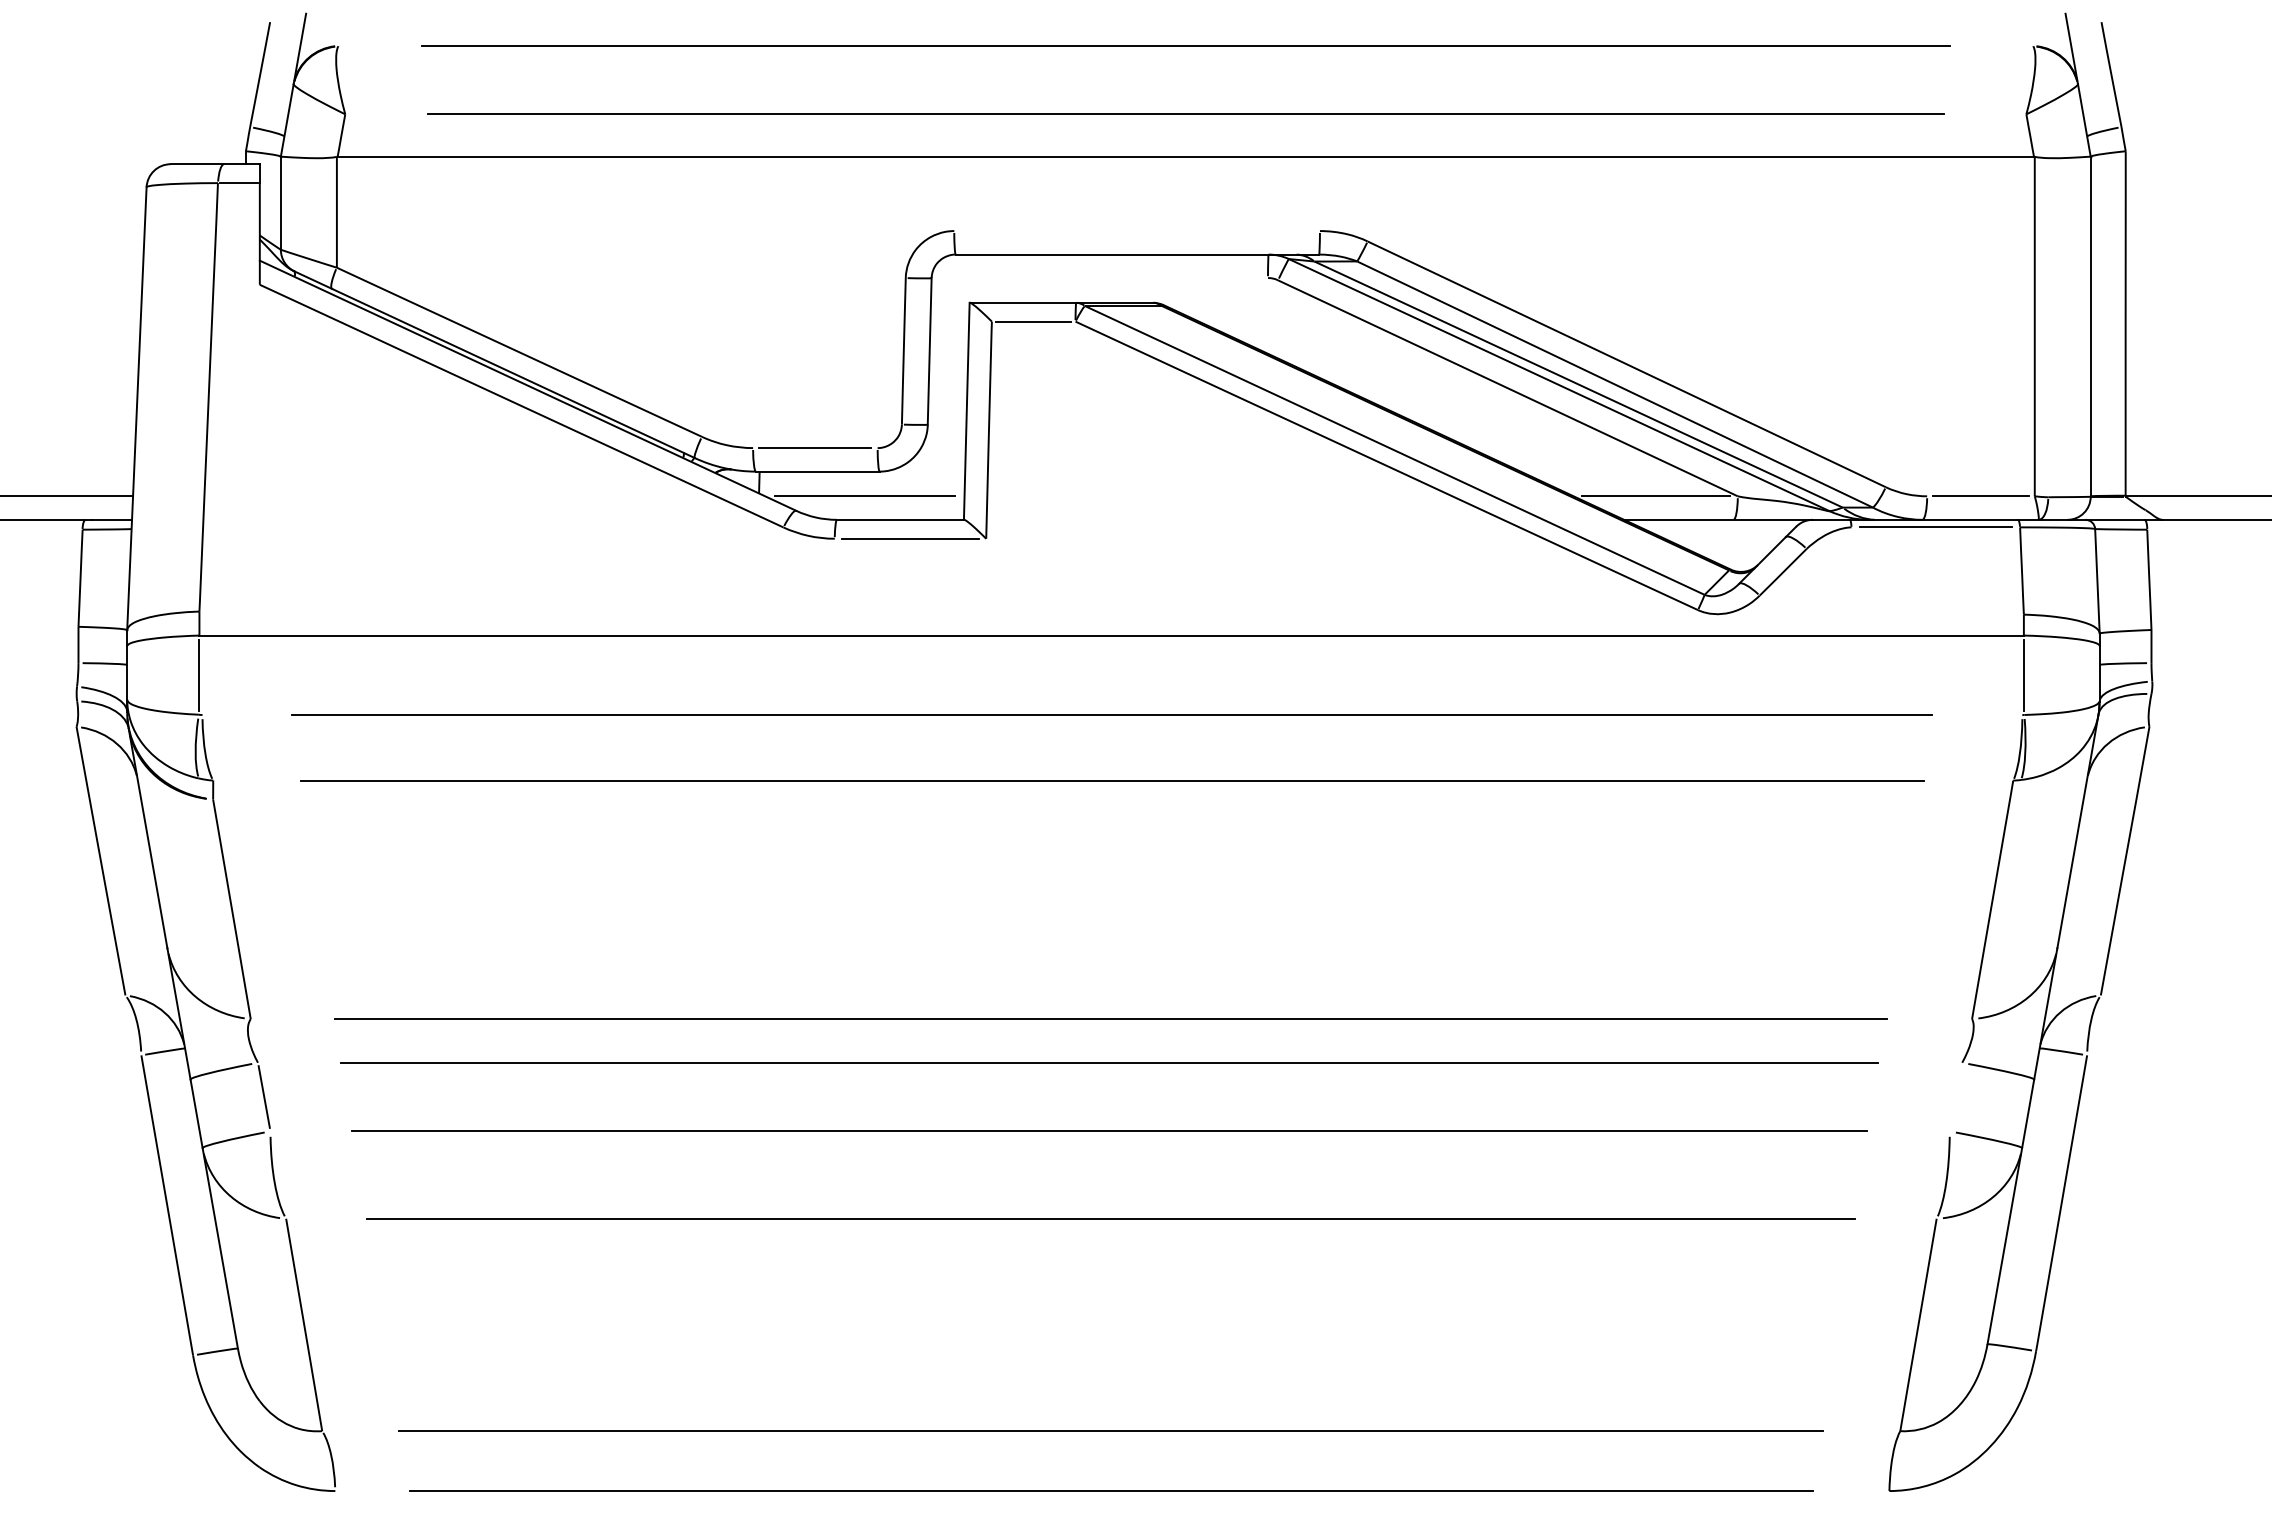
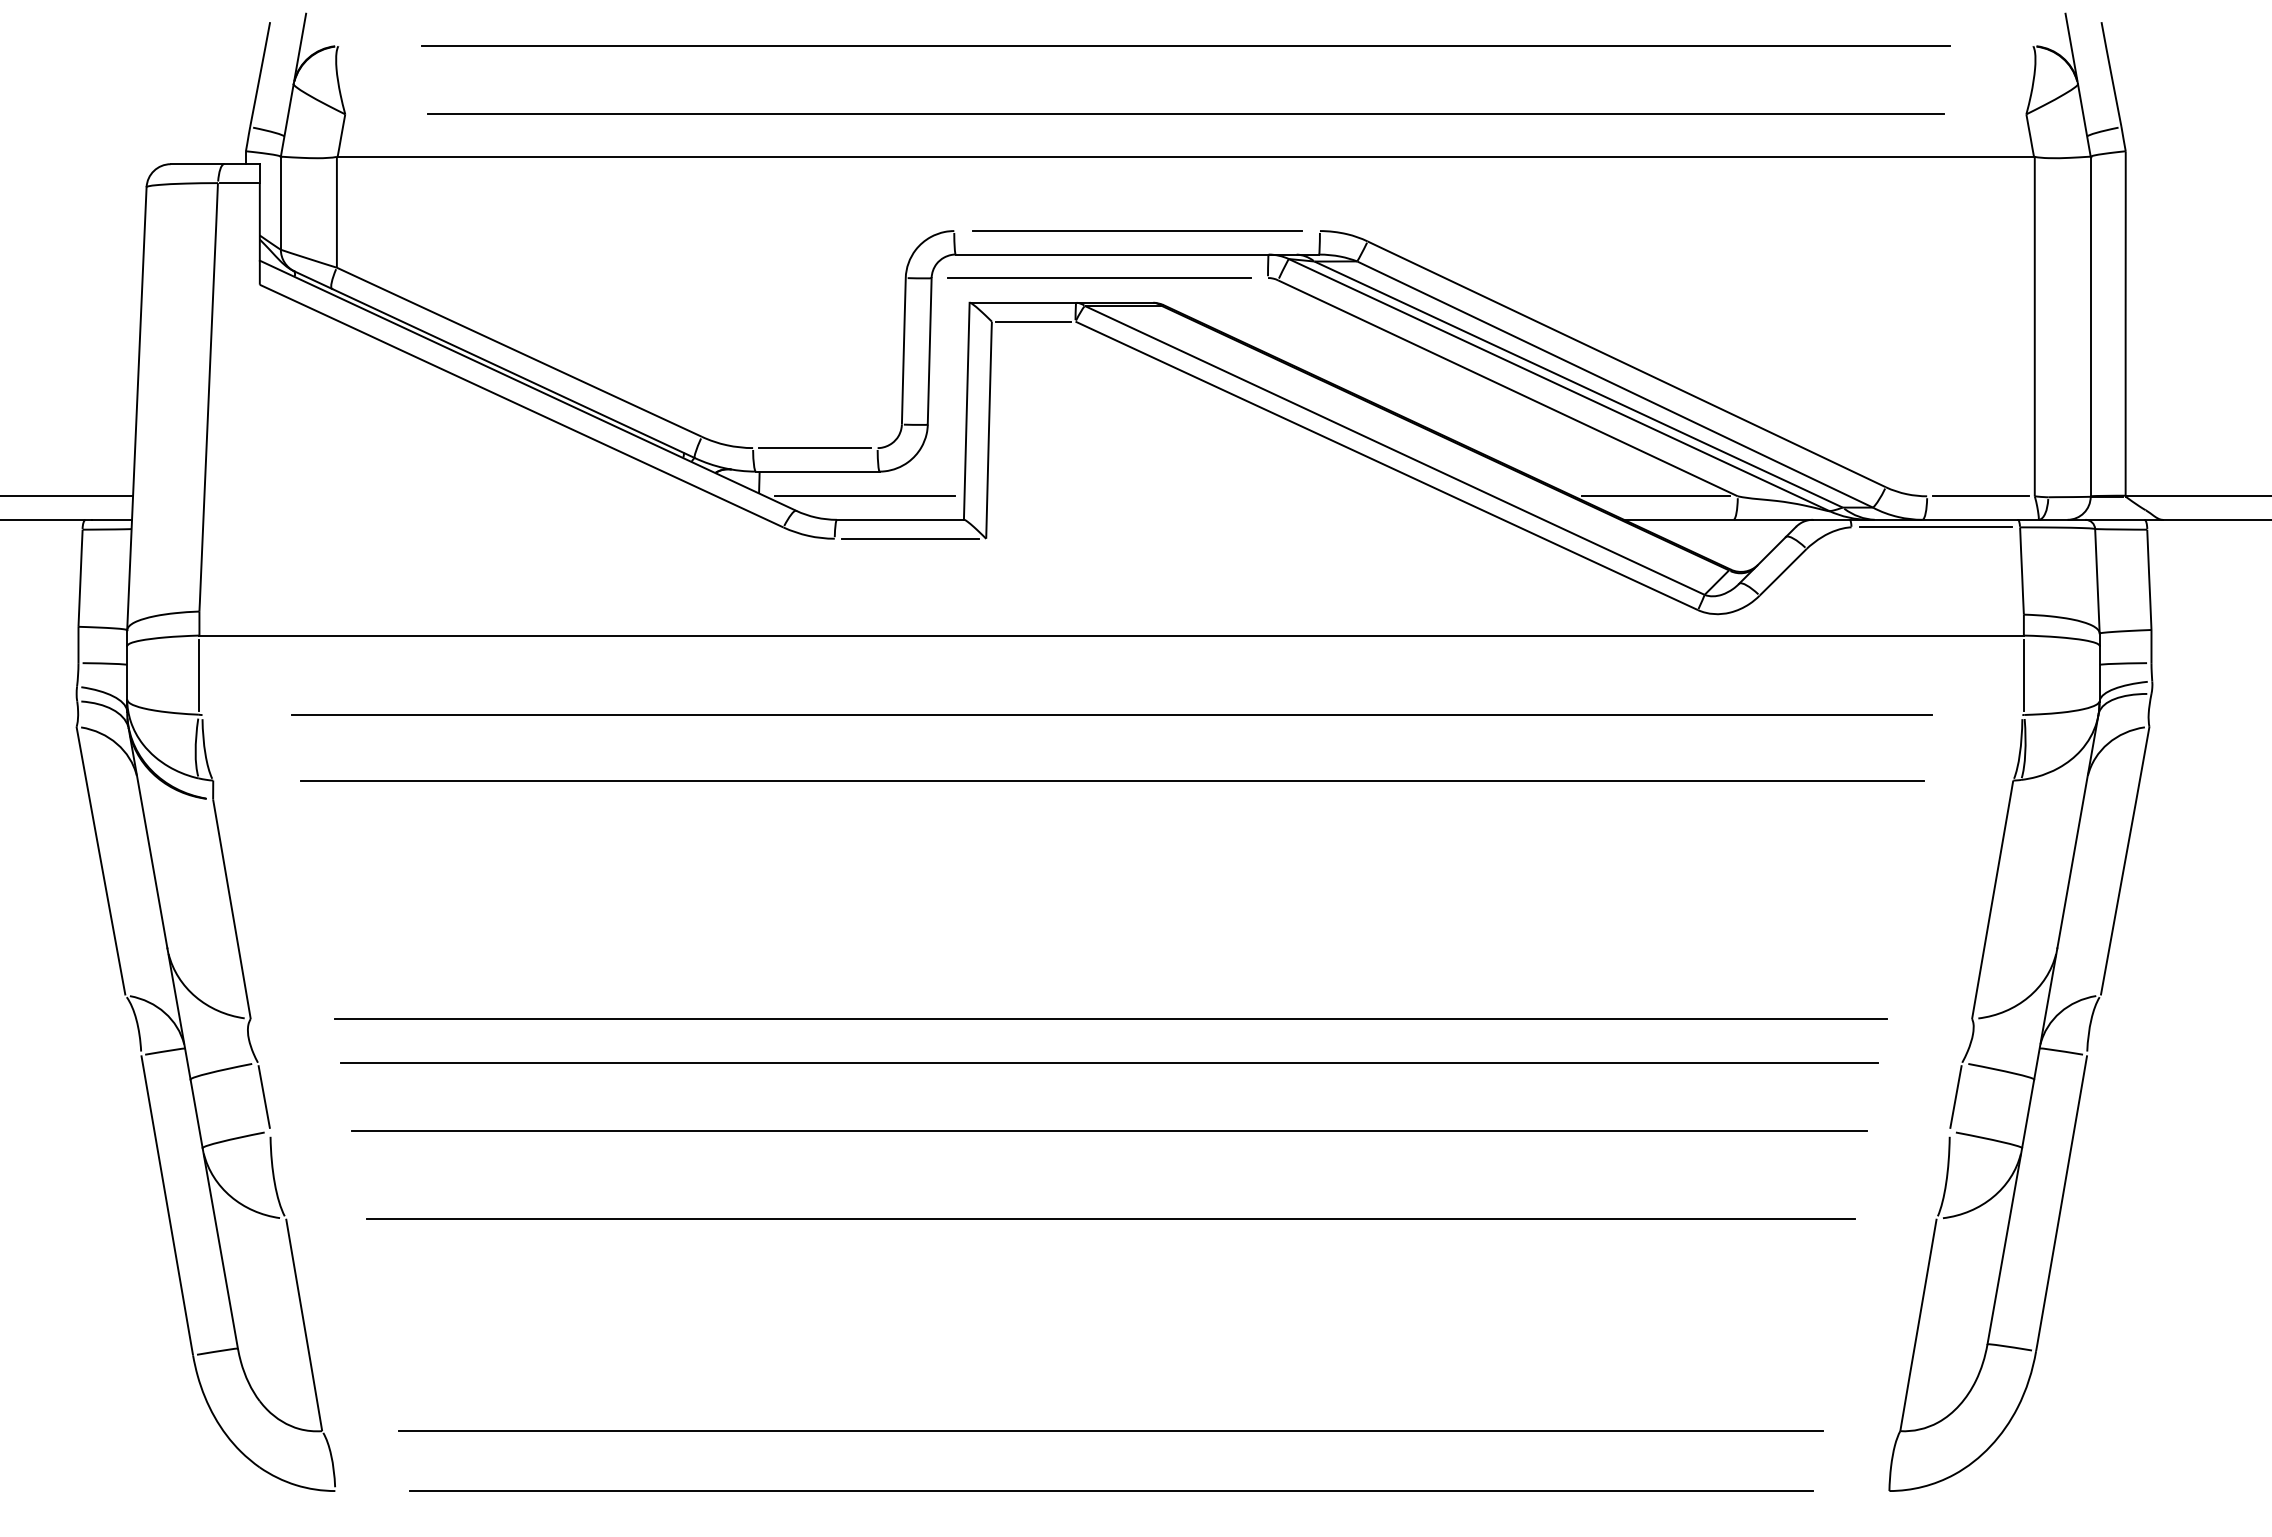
line at (1137, 230): none -> present
line at (1099, 277): none -> present
line at (1955, 1096): none -> present
